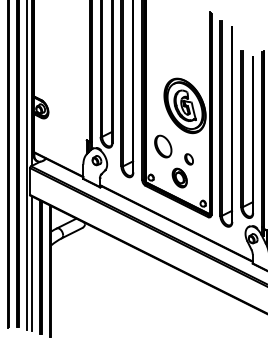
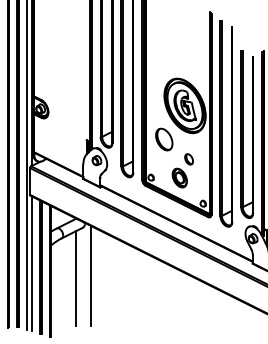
part at (163, 146) position: (163, 146) -> (164, 139)
line at (91, 275): none -> present
line at (76, 278): none -> present
